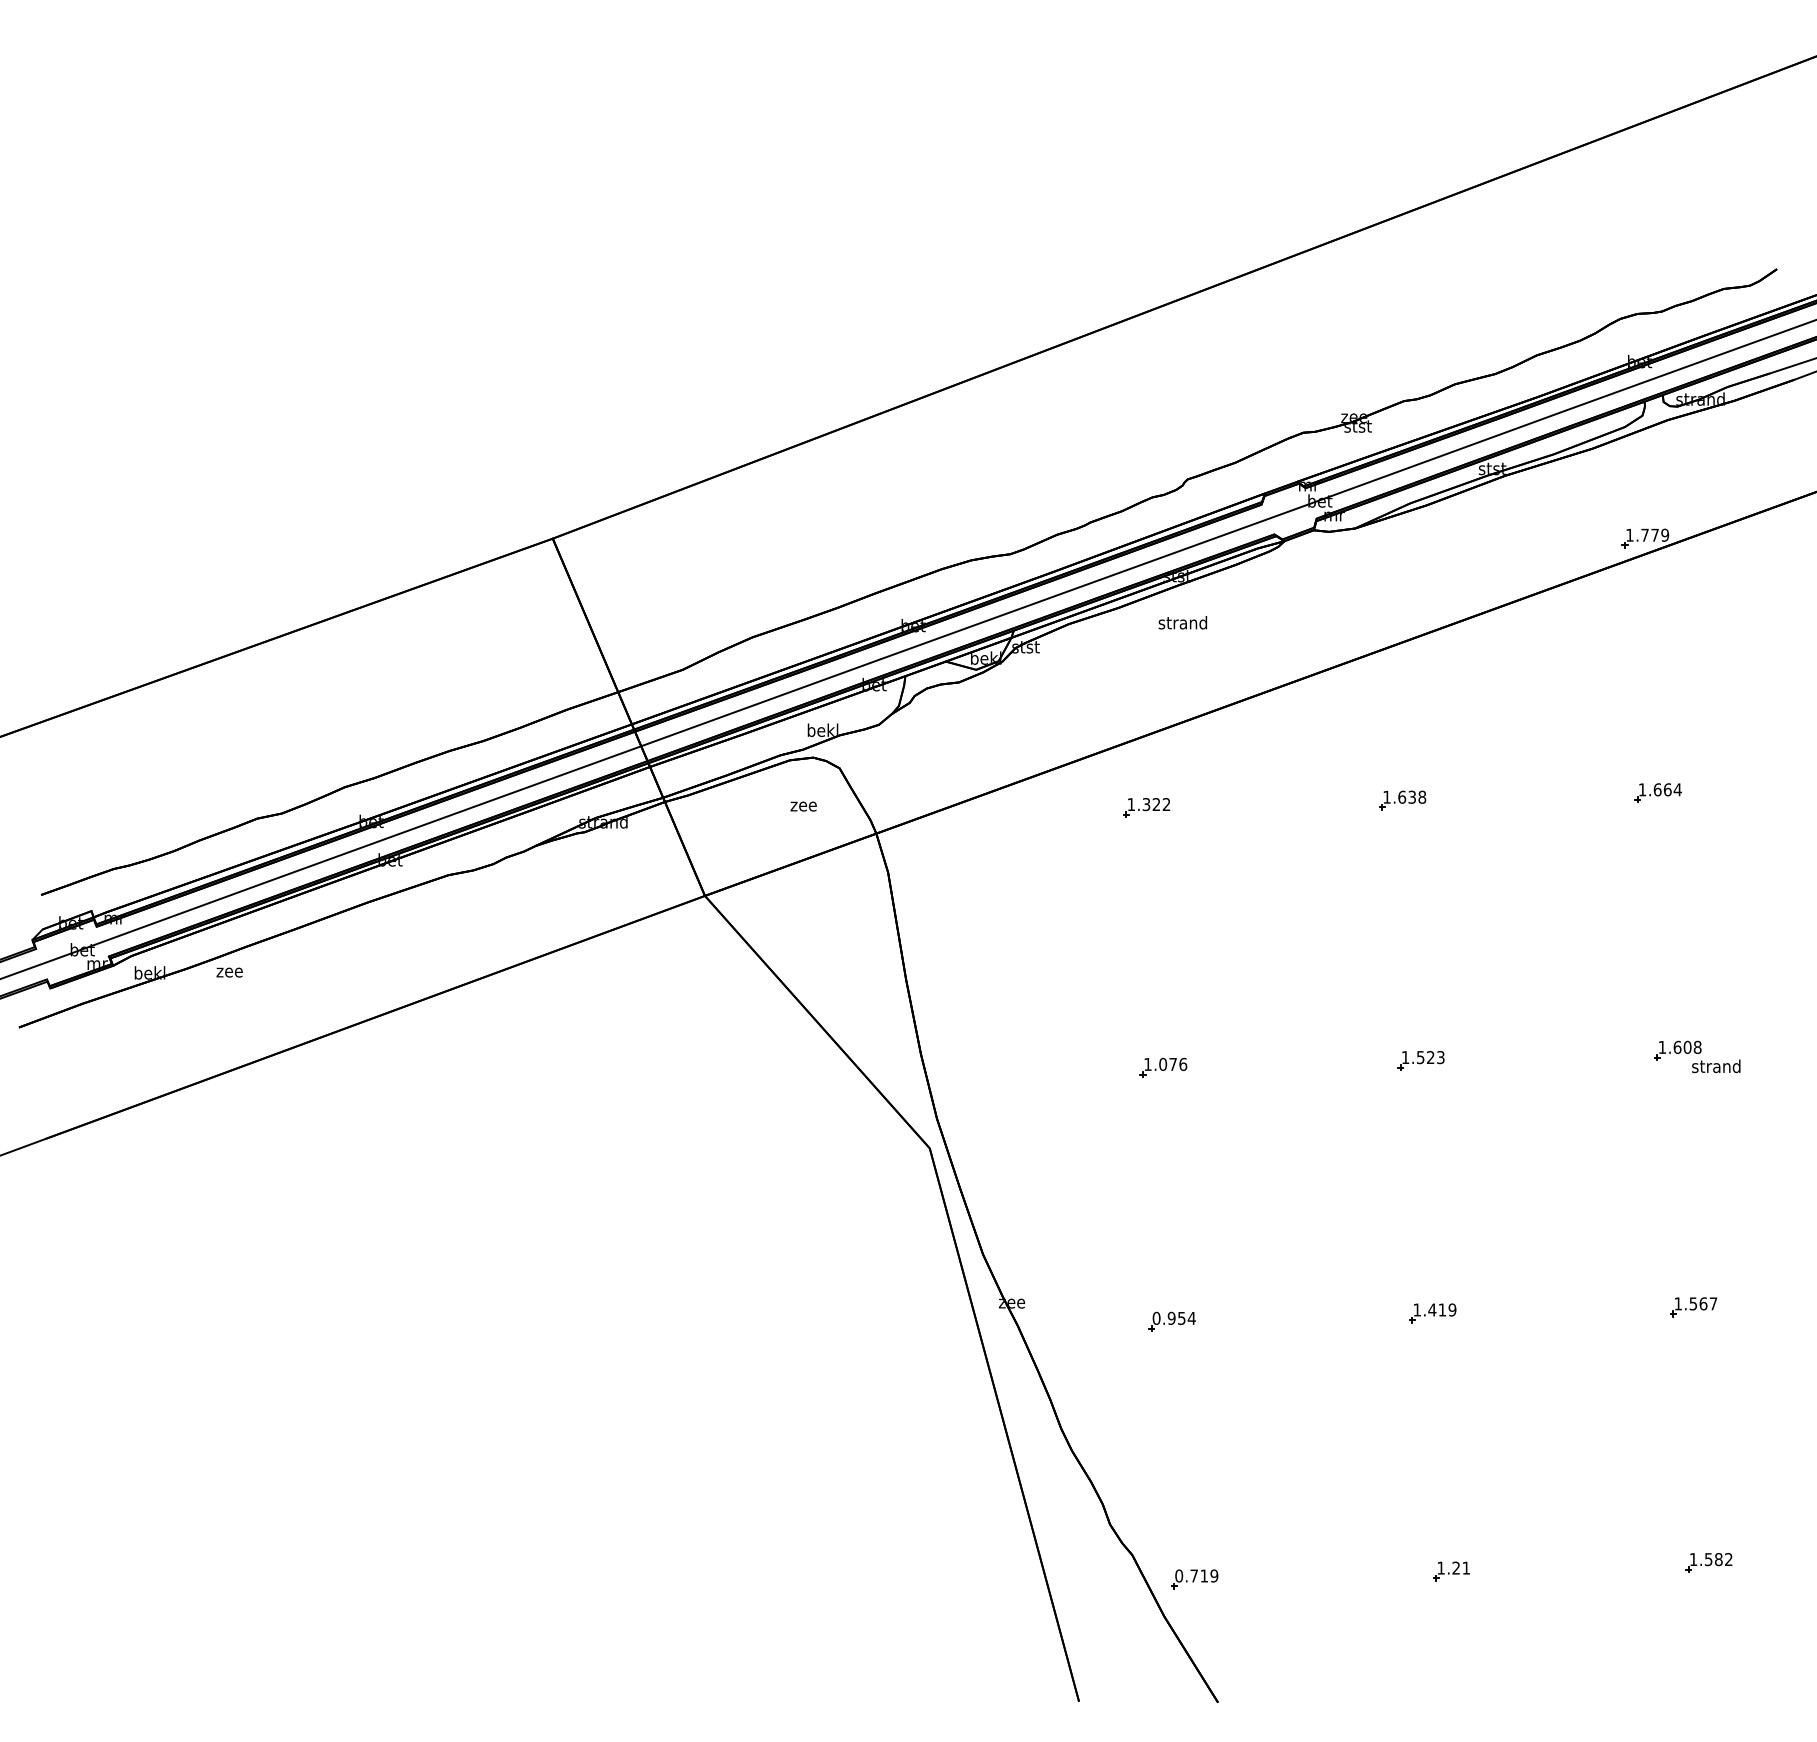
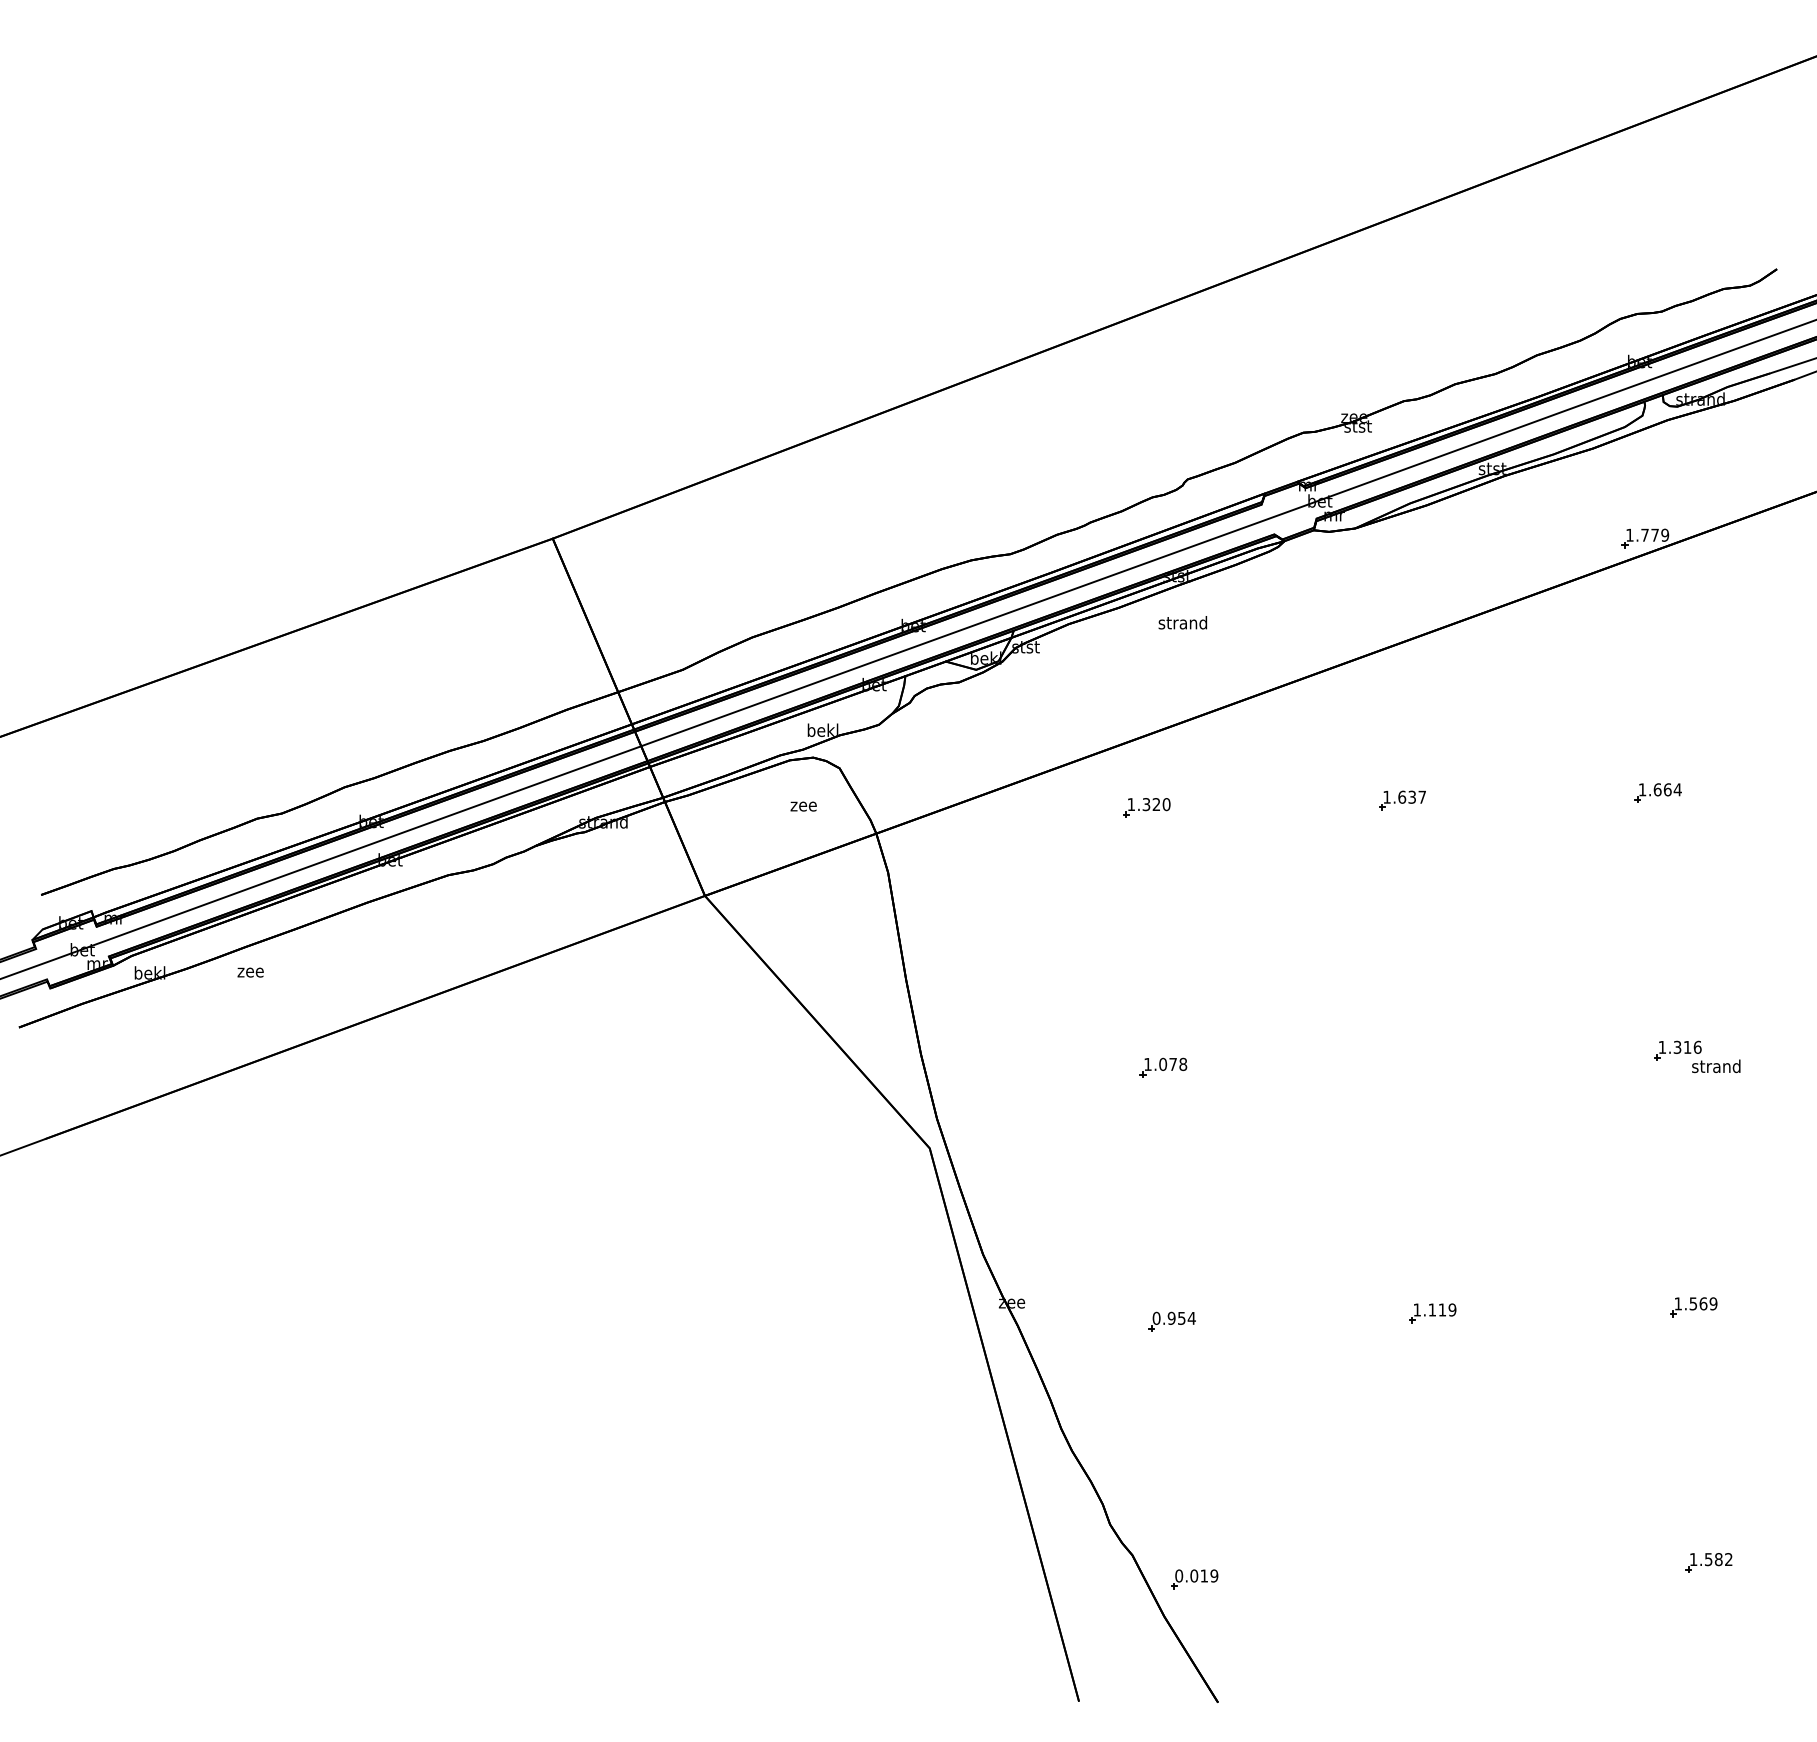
text at (1422, 796): 1.638 -> 1.637
text at (1166, 804): 1.322 -> 1.320
text at (229, 972) position: (229, 972) -> (250, 972)
text at (1687, 1046): 1.608 -> 1.316
part at (1420, 1060): present -> none
text at (1183, 1063): 1.076 -> 1.078
text at (1713, 1303): 1.567 -> 1.569
text at (1432, 1309): 1.419 -> 1.119
part at (1451, 1571): present -> none
text at (1194, 1575): 0.719 -> 0.019
